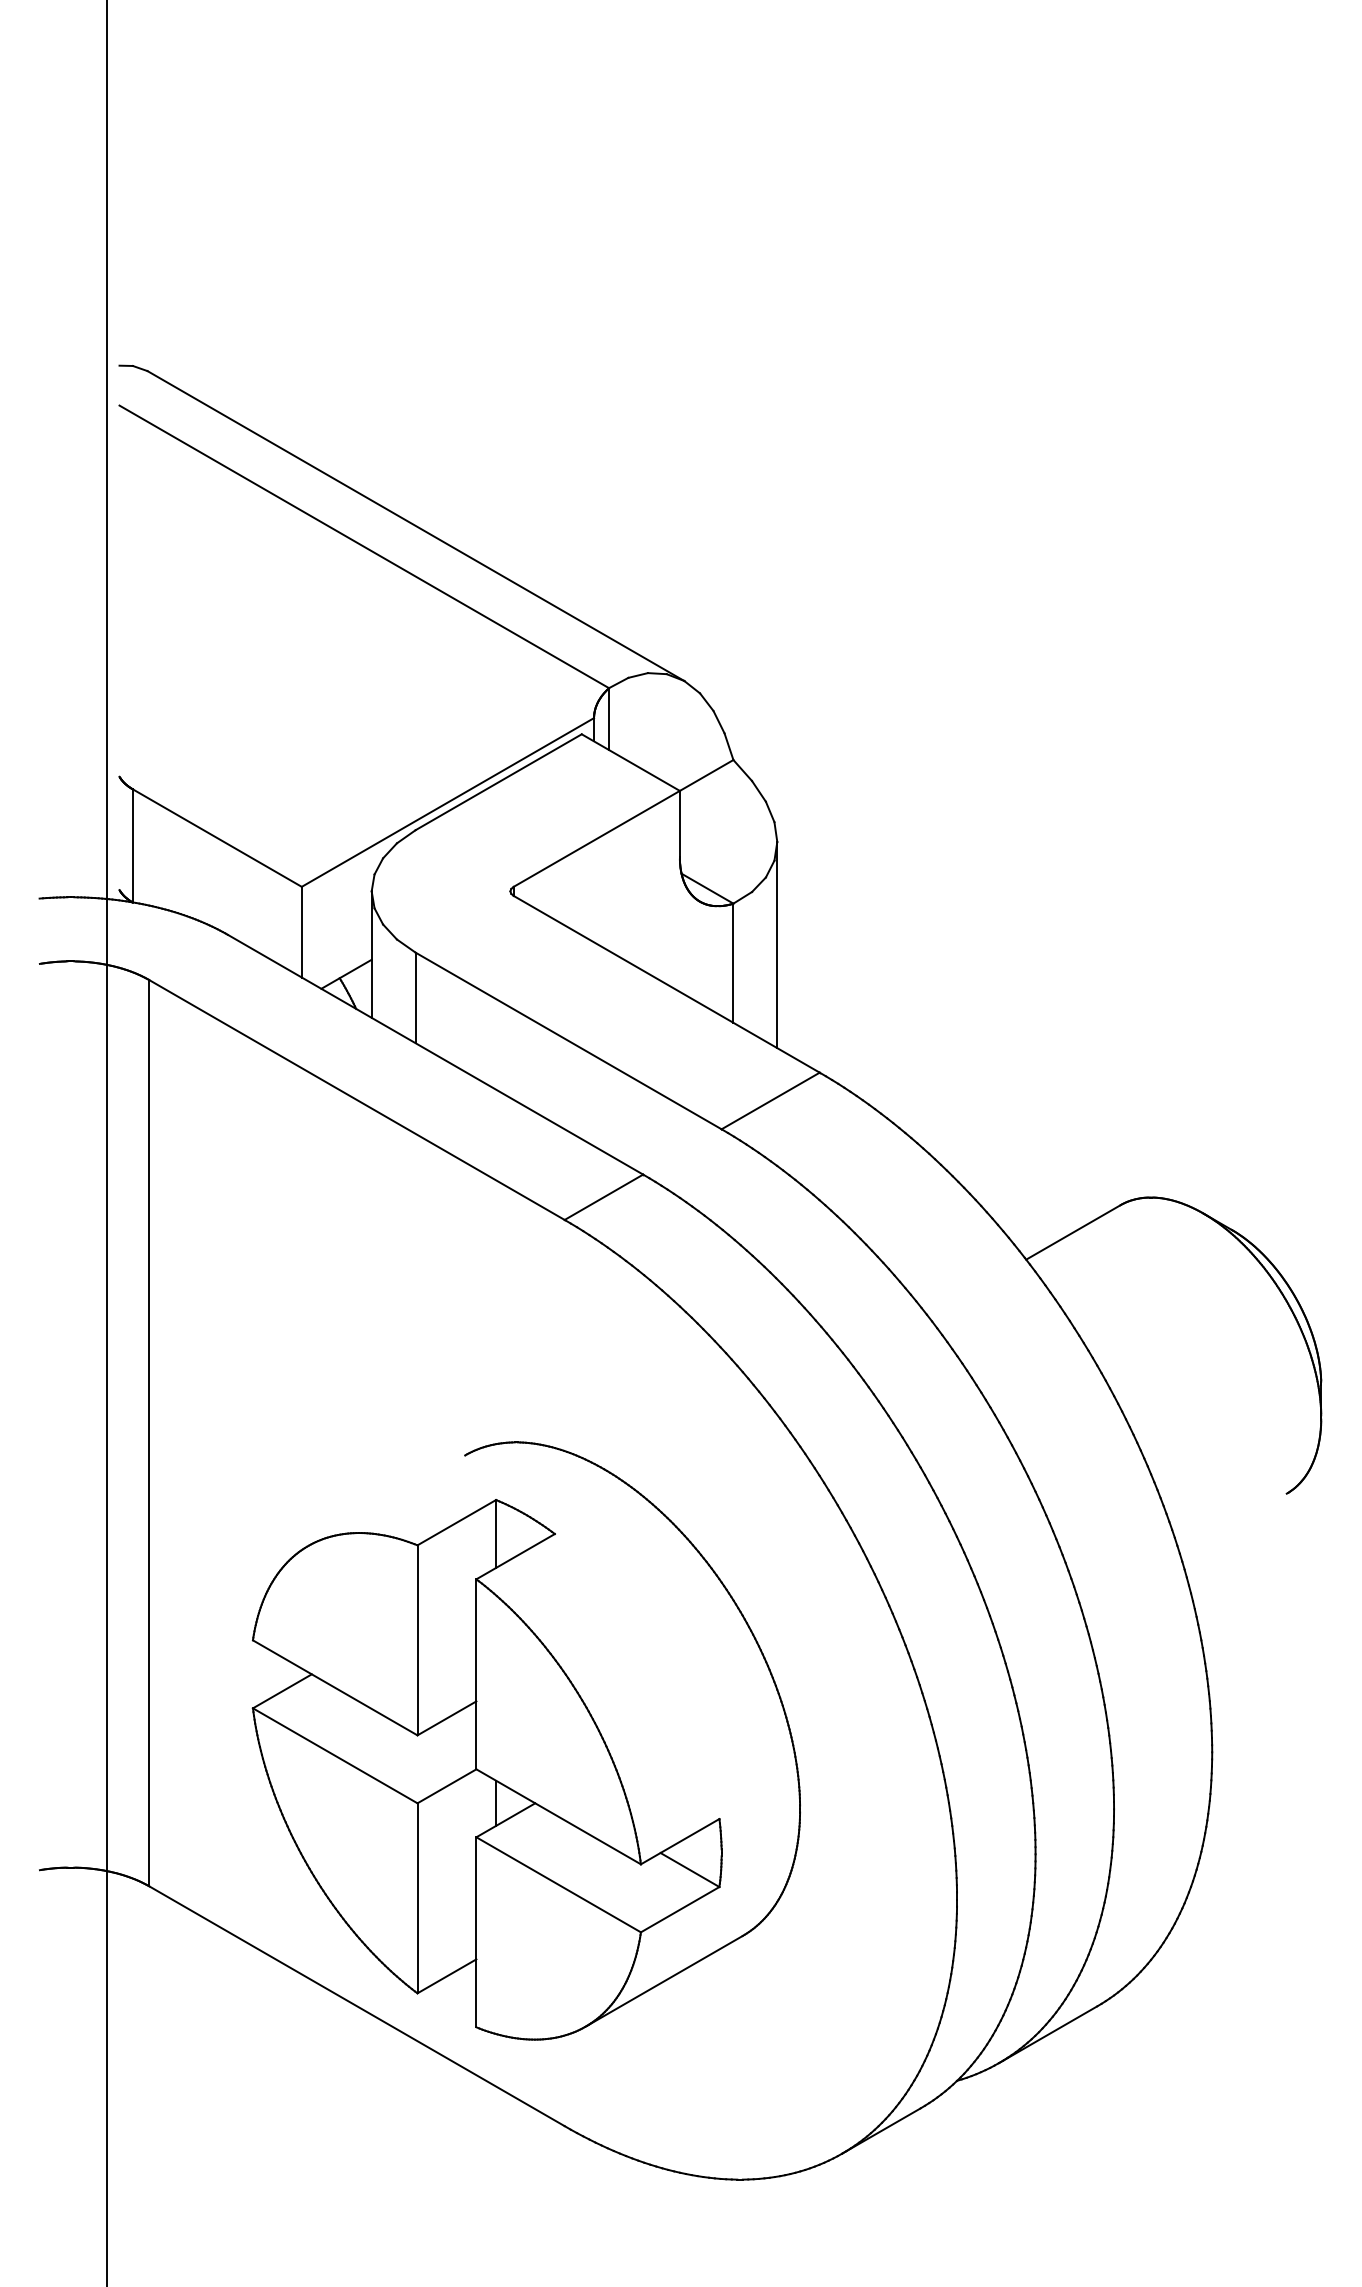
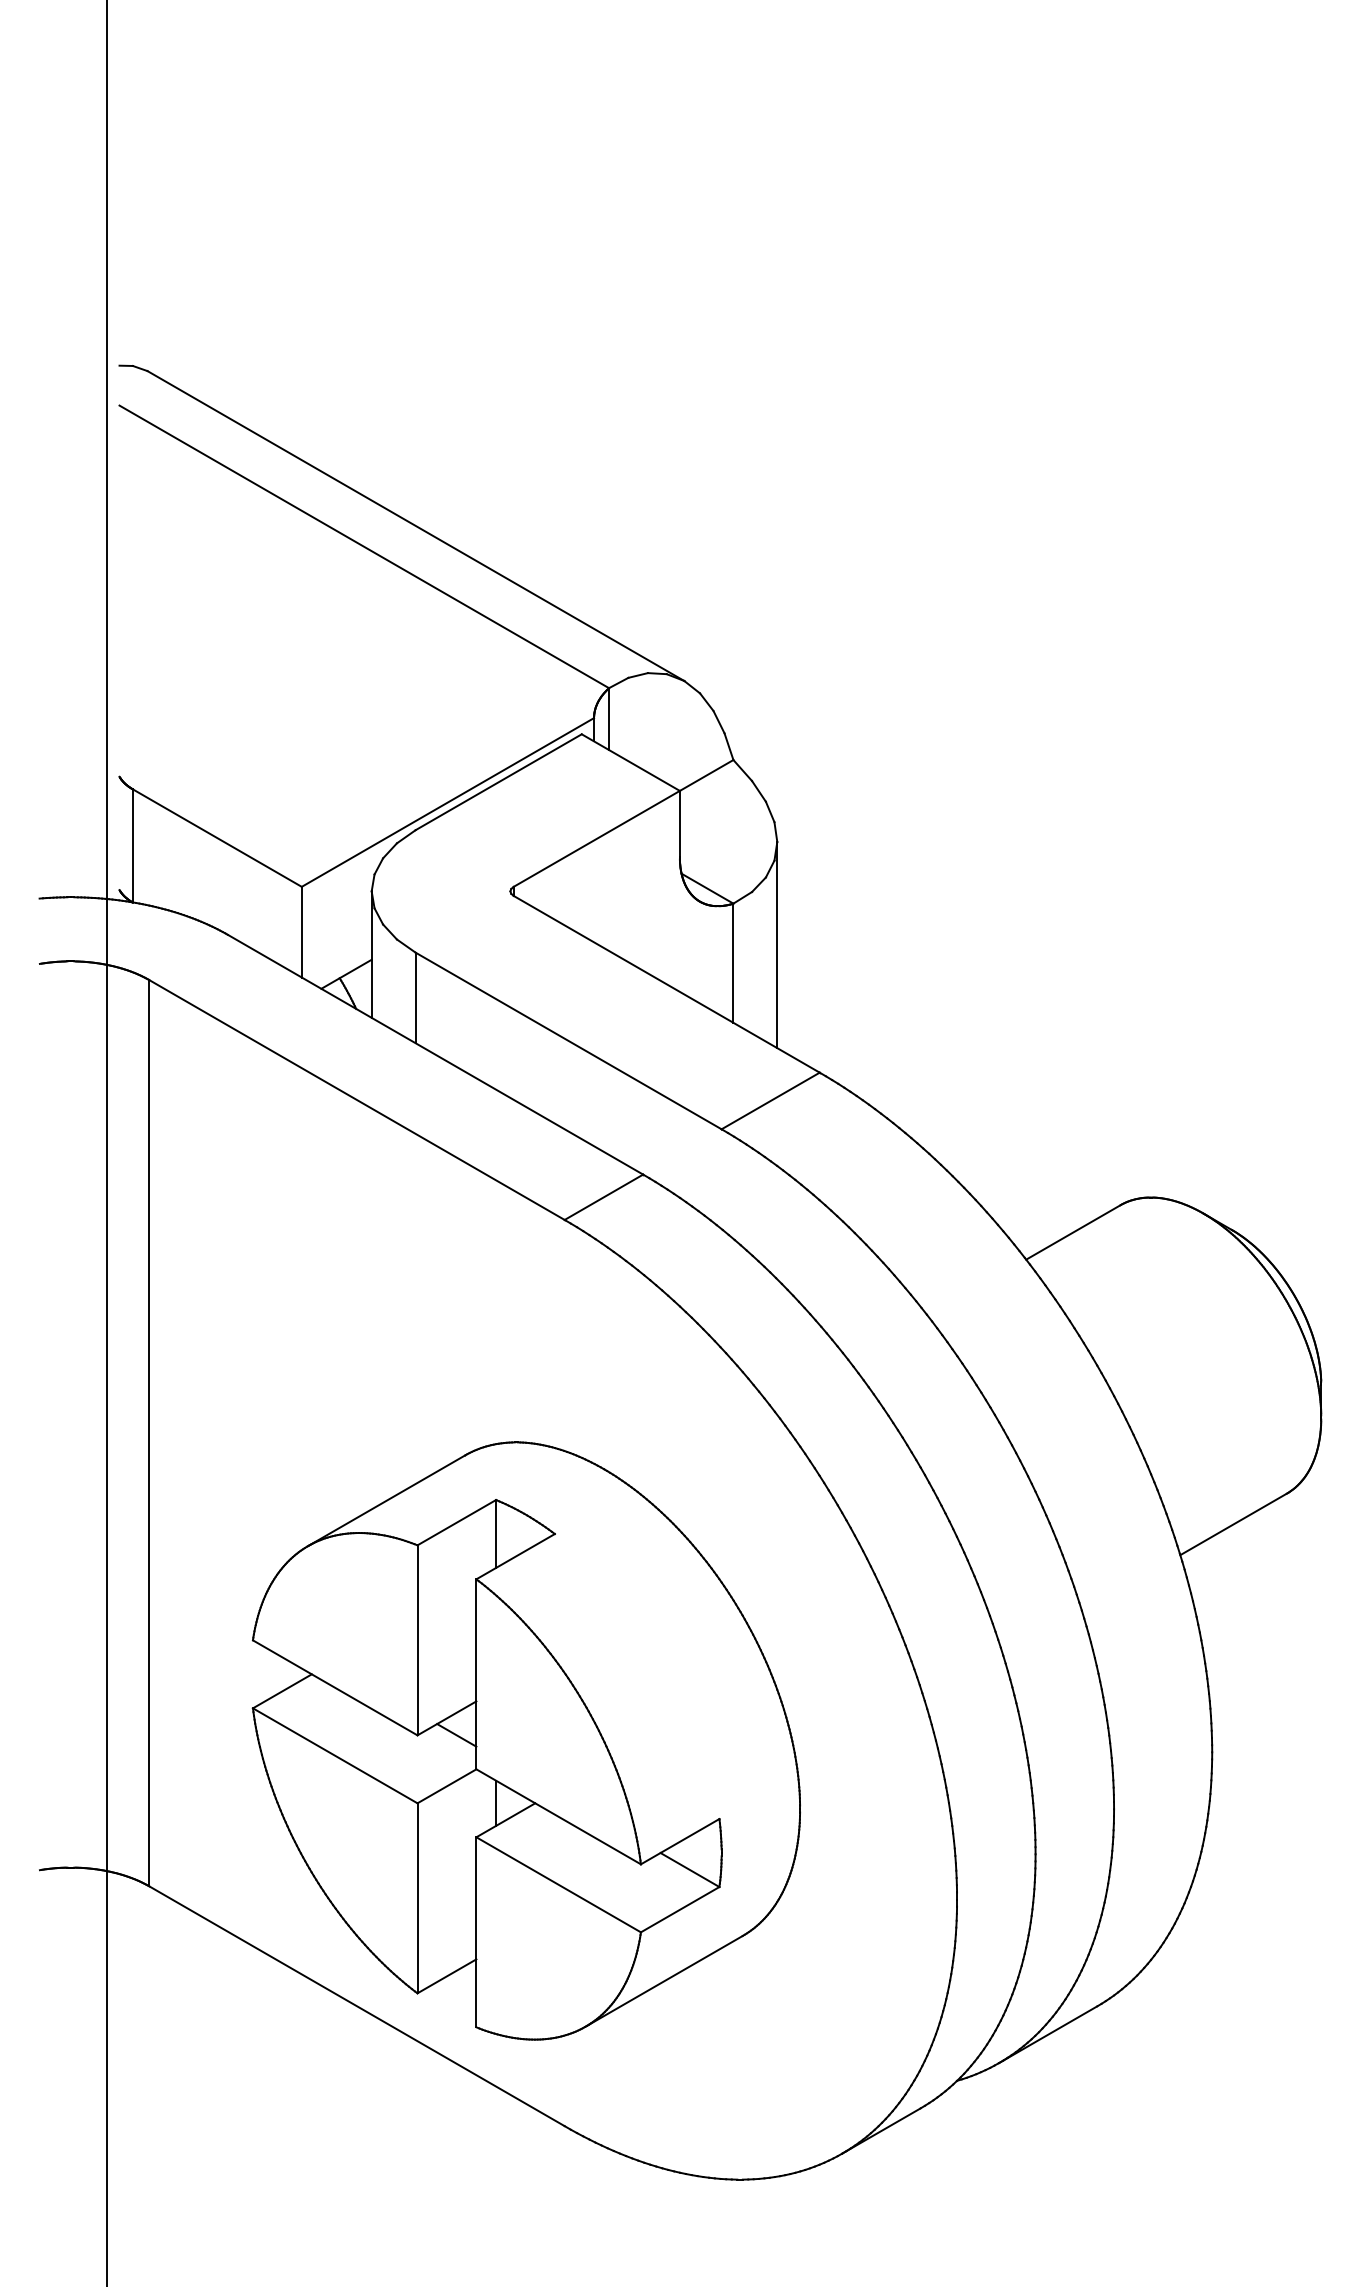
line at (386, 1500): none -> present
line at (1233, 1524): none -> present
line at (456, 1735): none -> present
